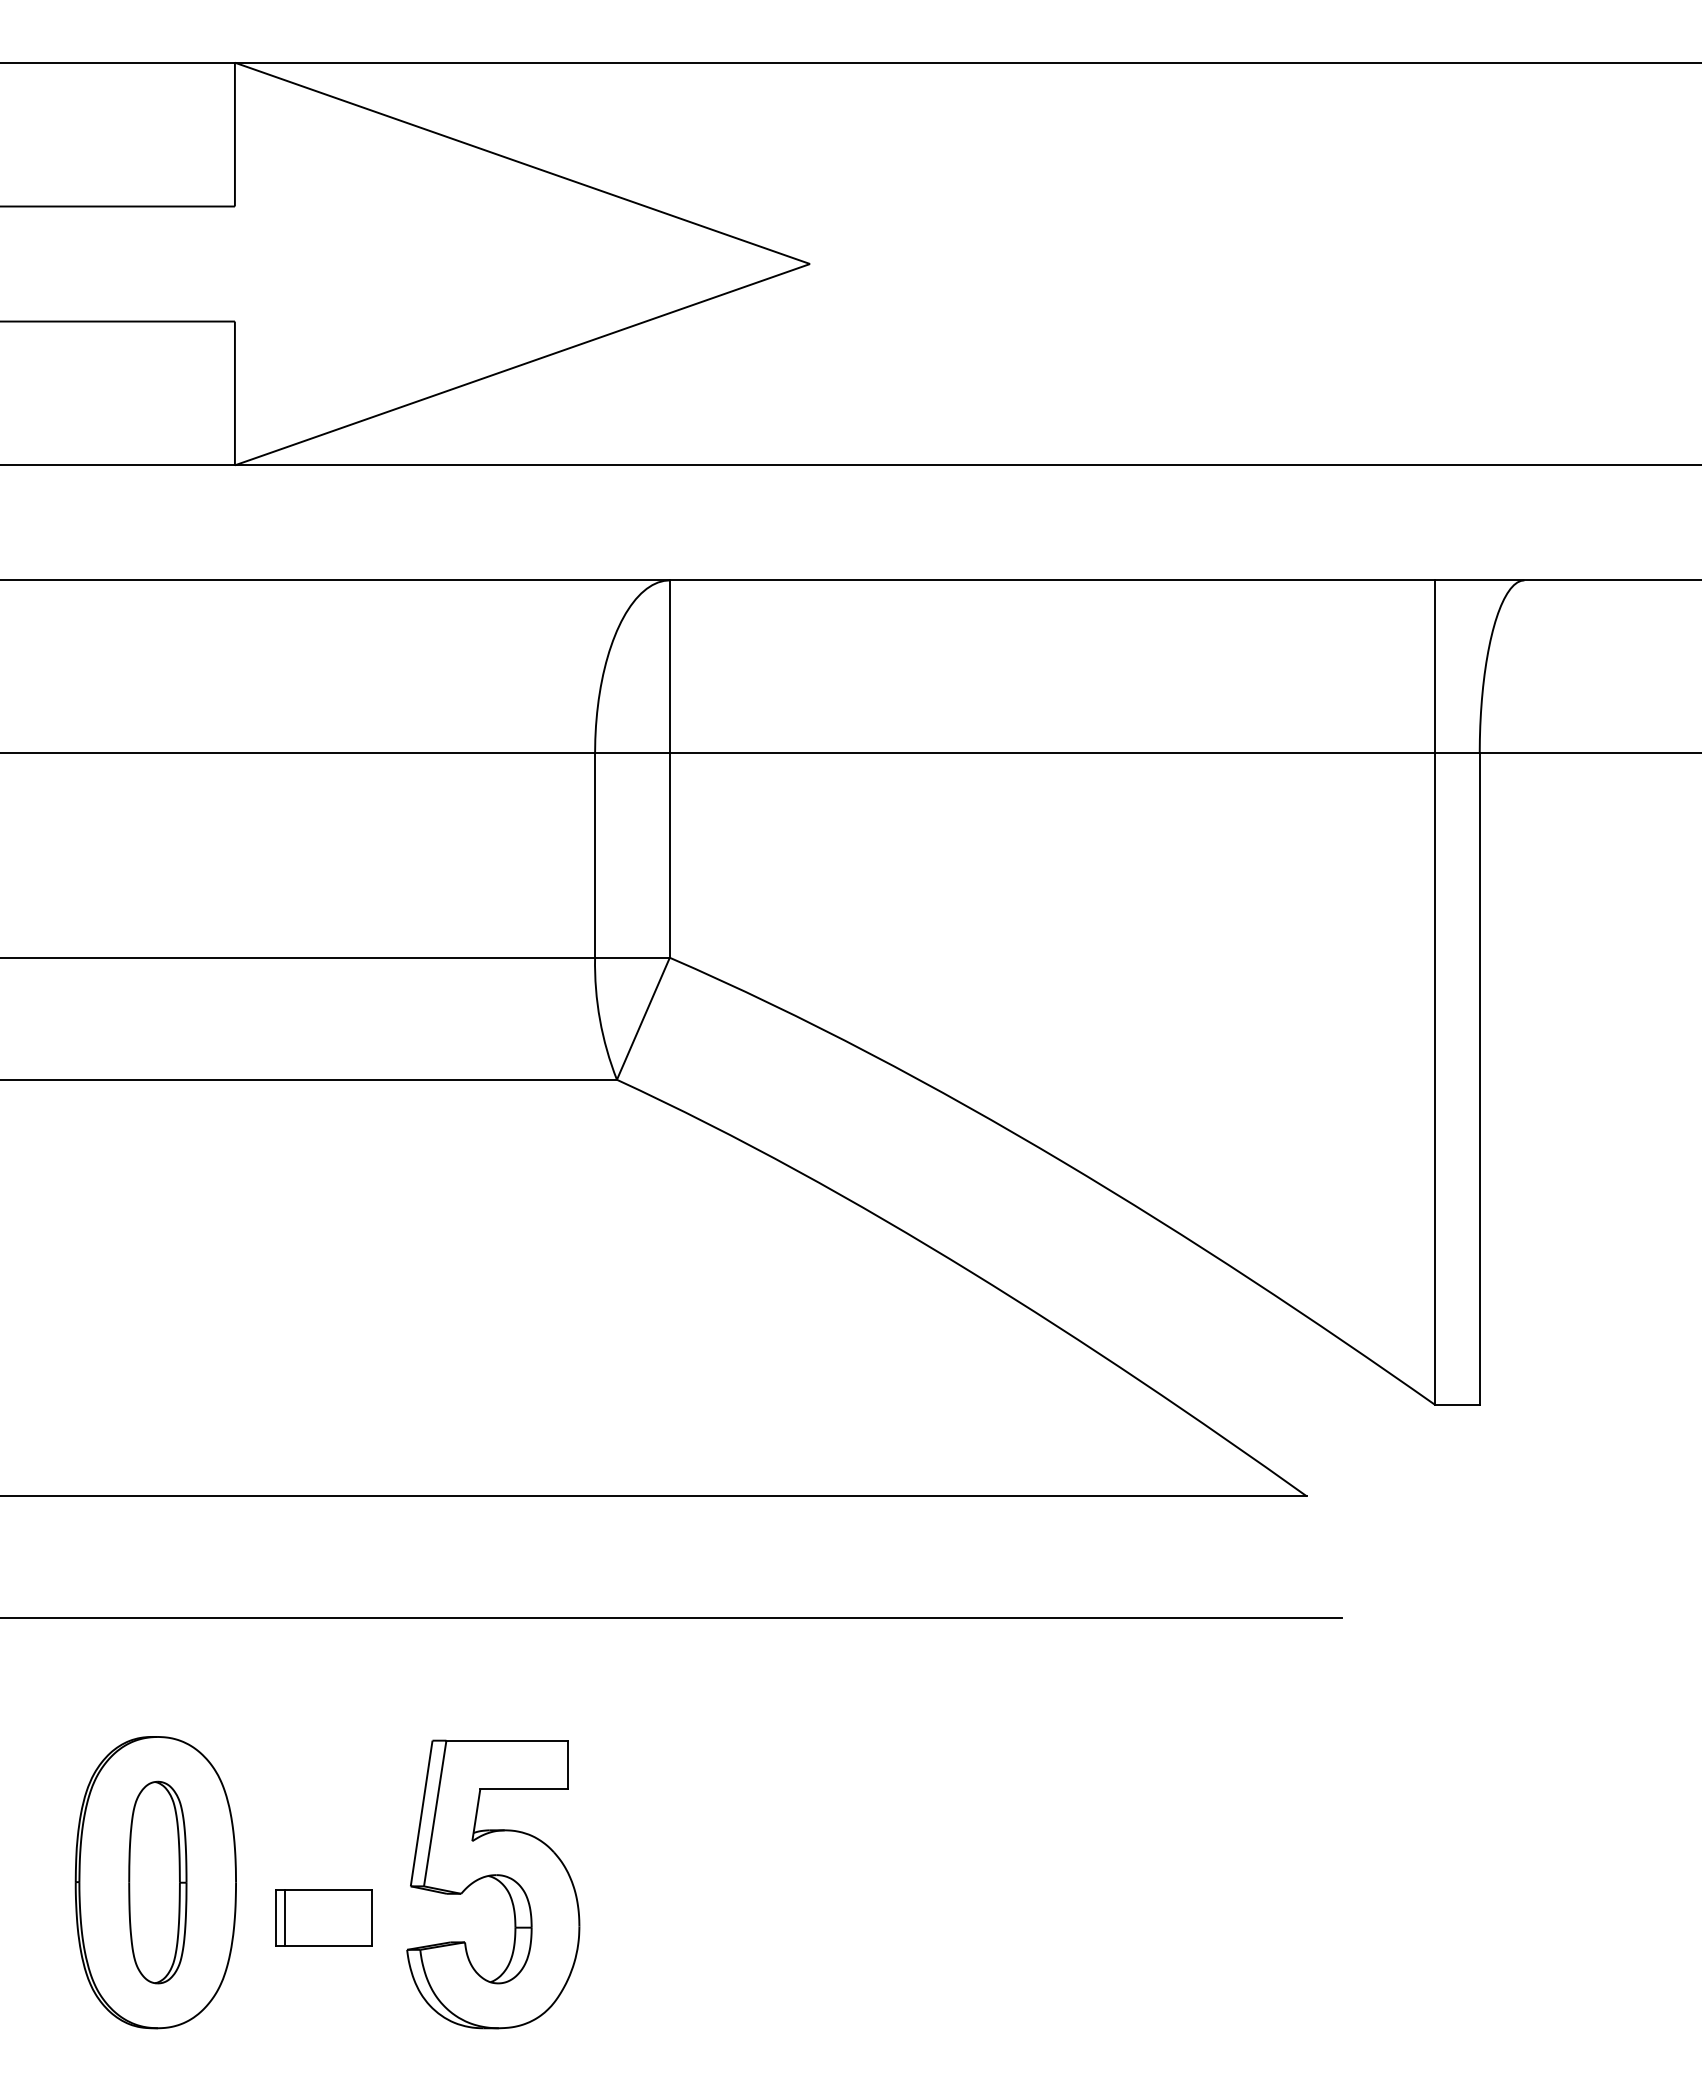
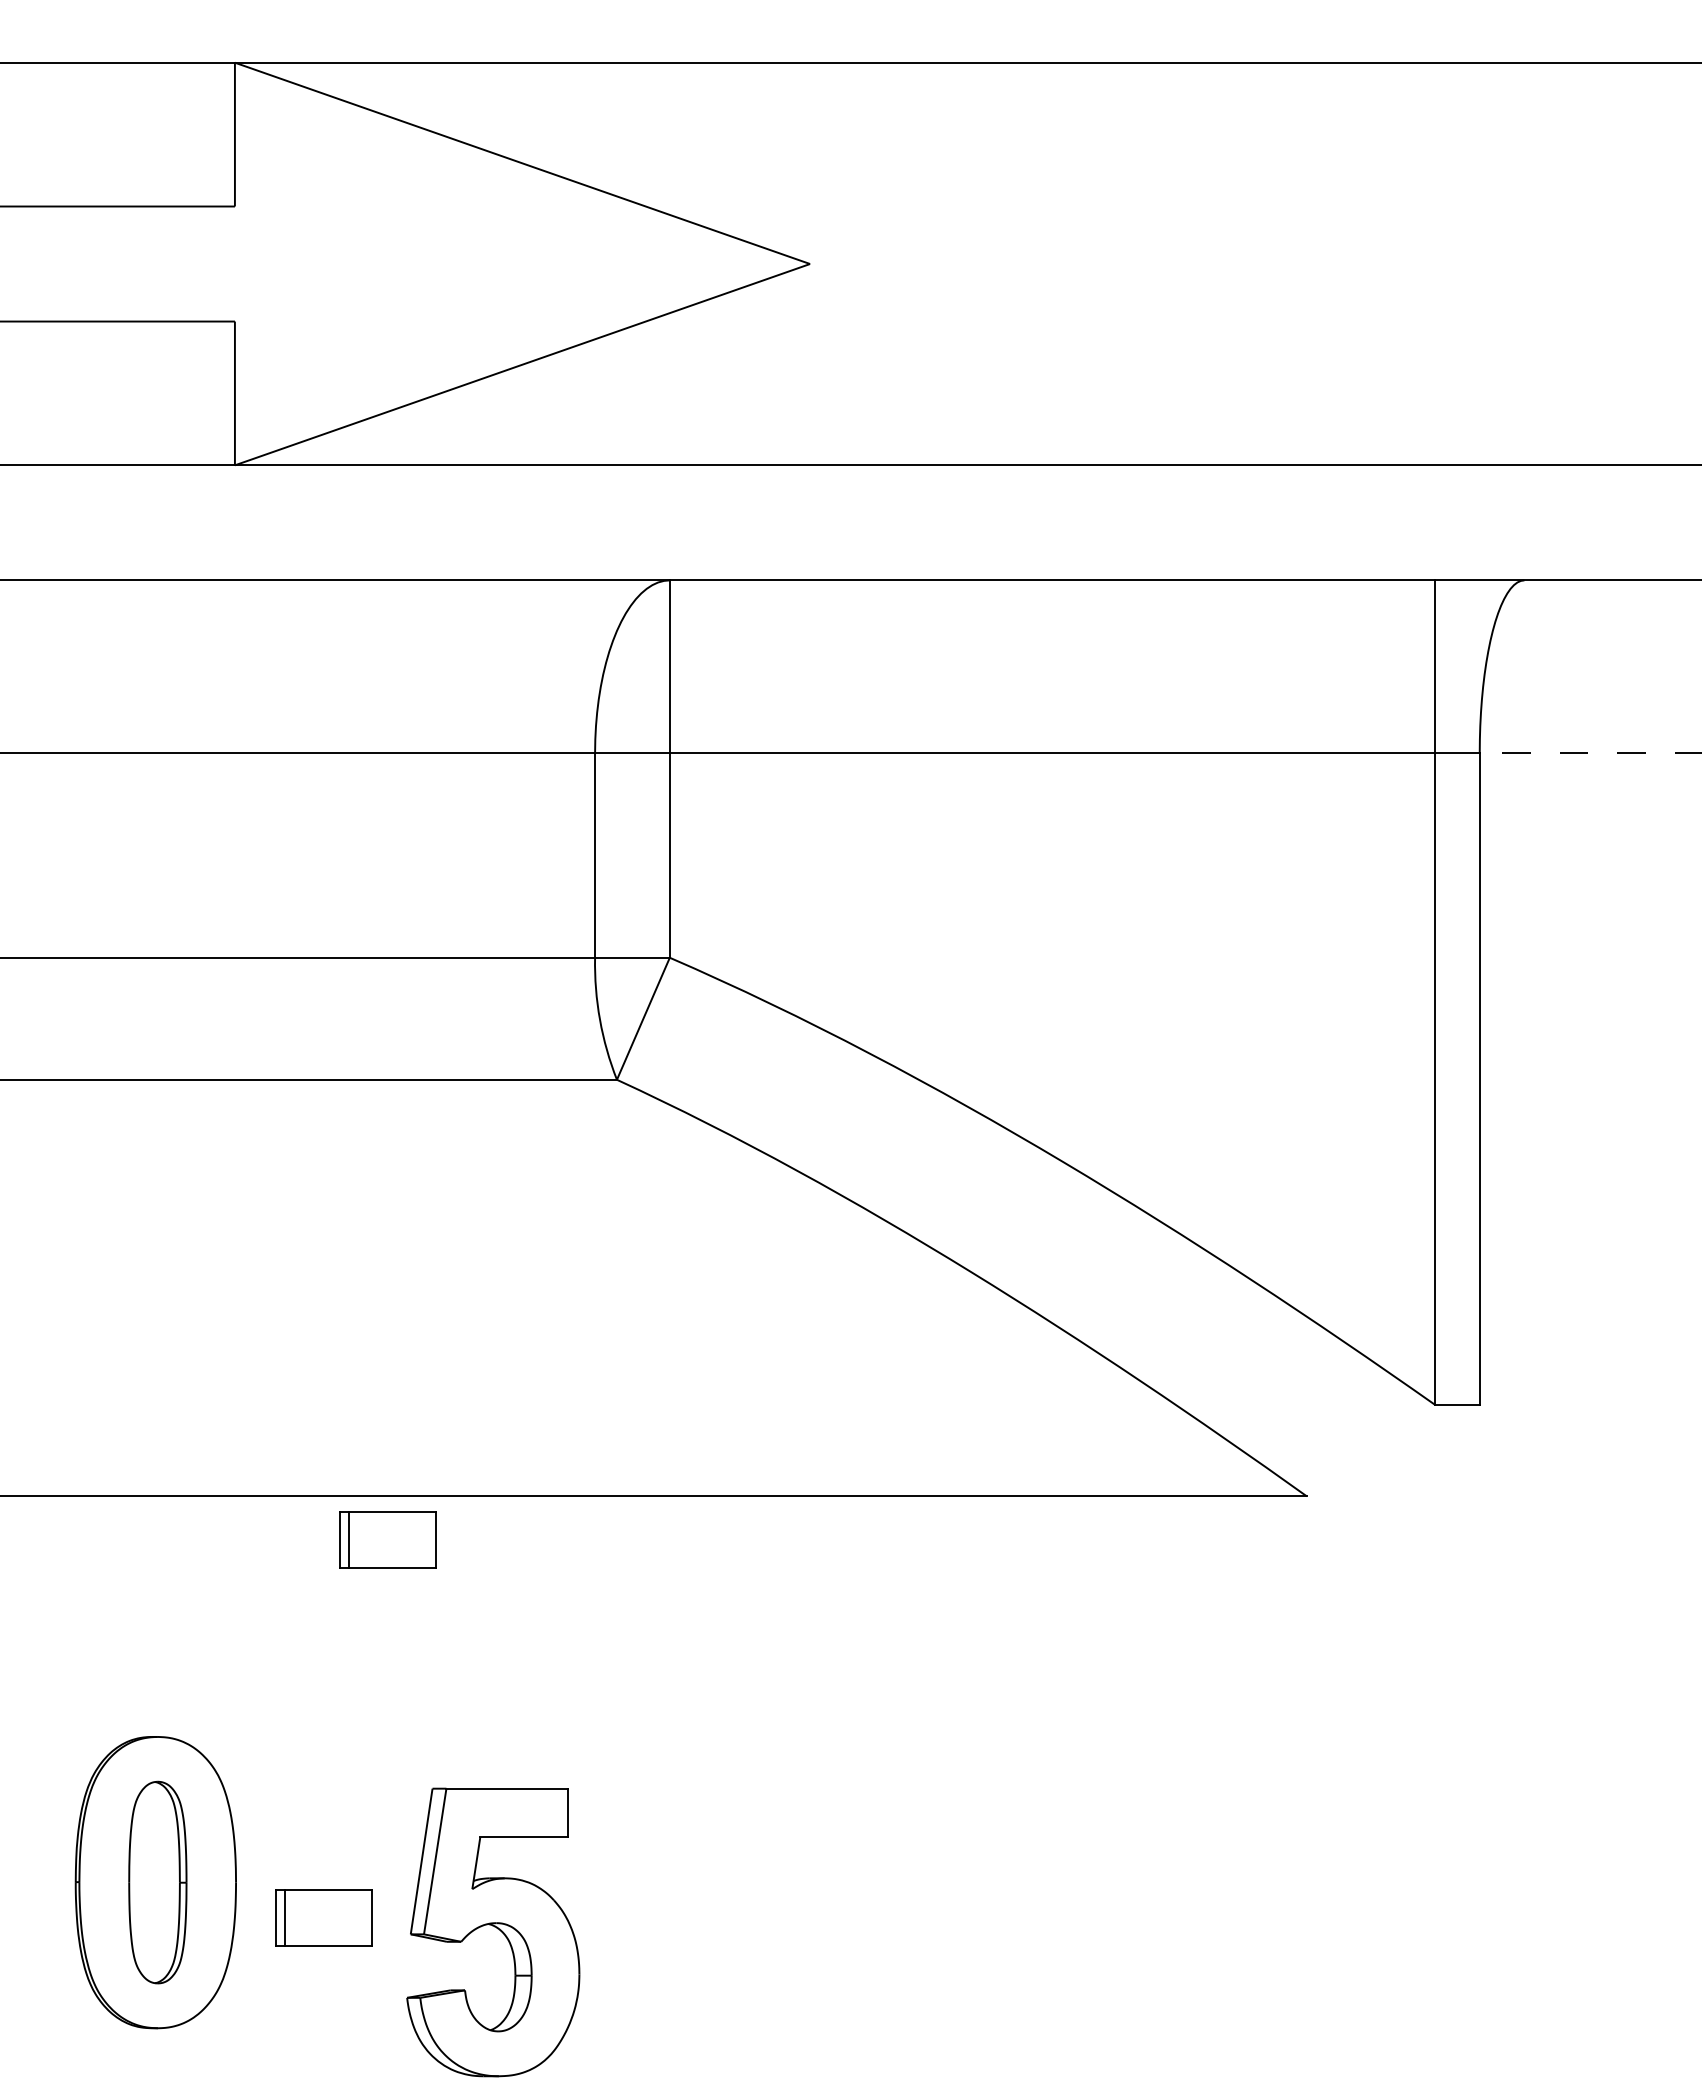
line at (1590, 752): solid -> dashed
part at (387, 1539): none -> present
line at (671, 1618): present -> none
part at (493, 1884) position: (493, 1884) -> (493, 1932)
